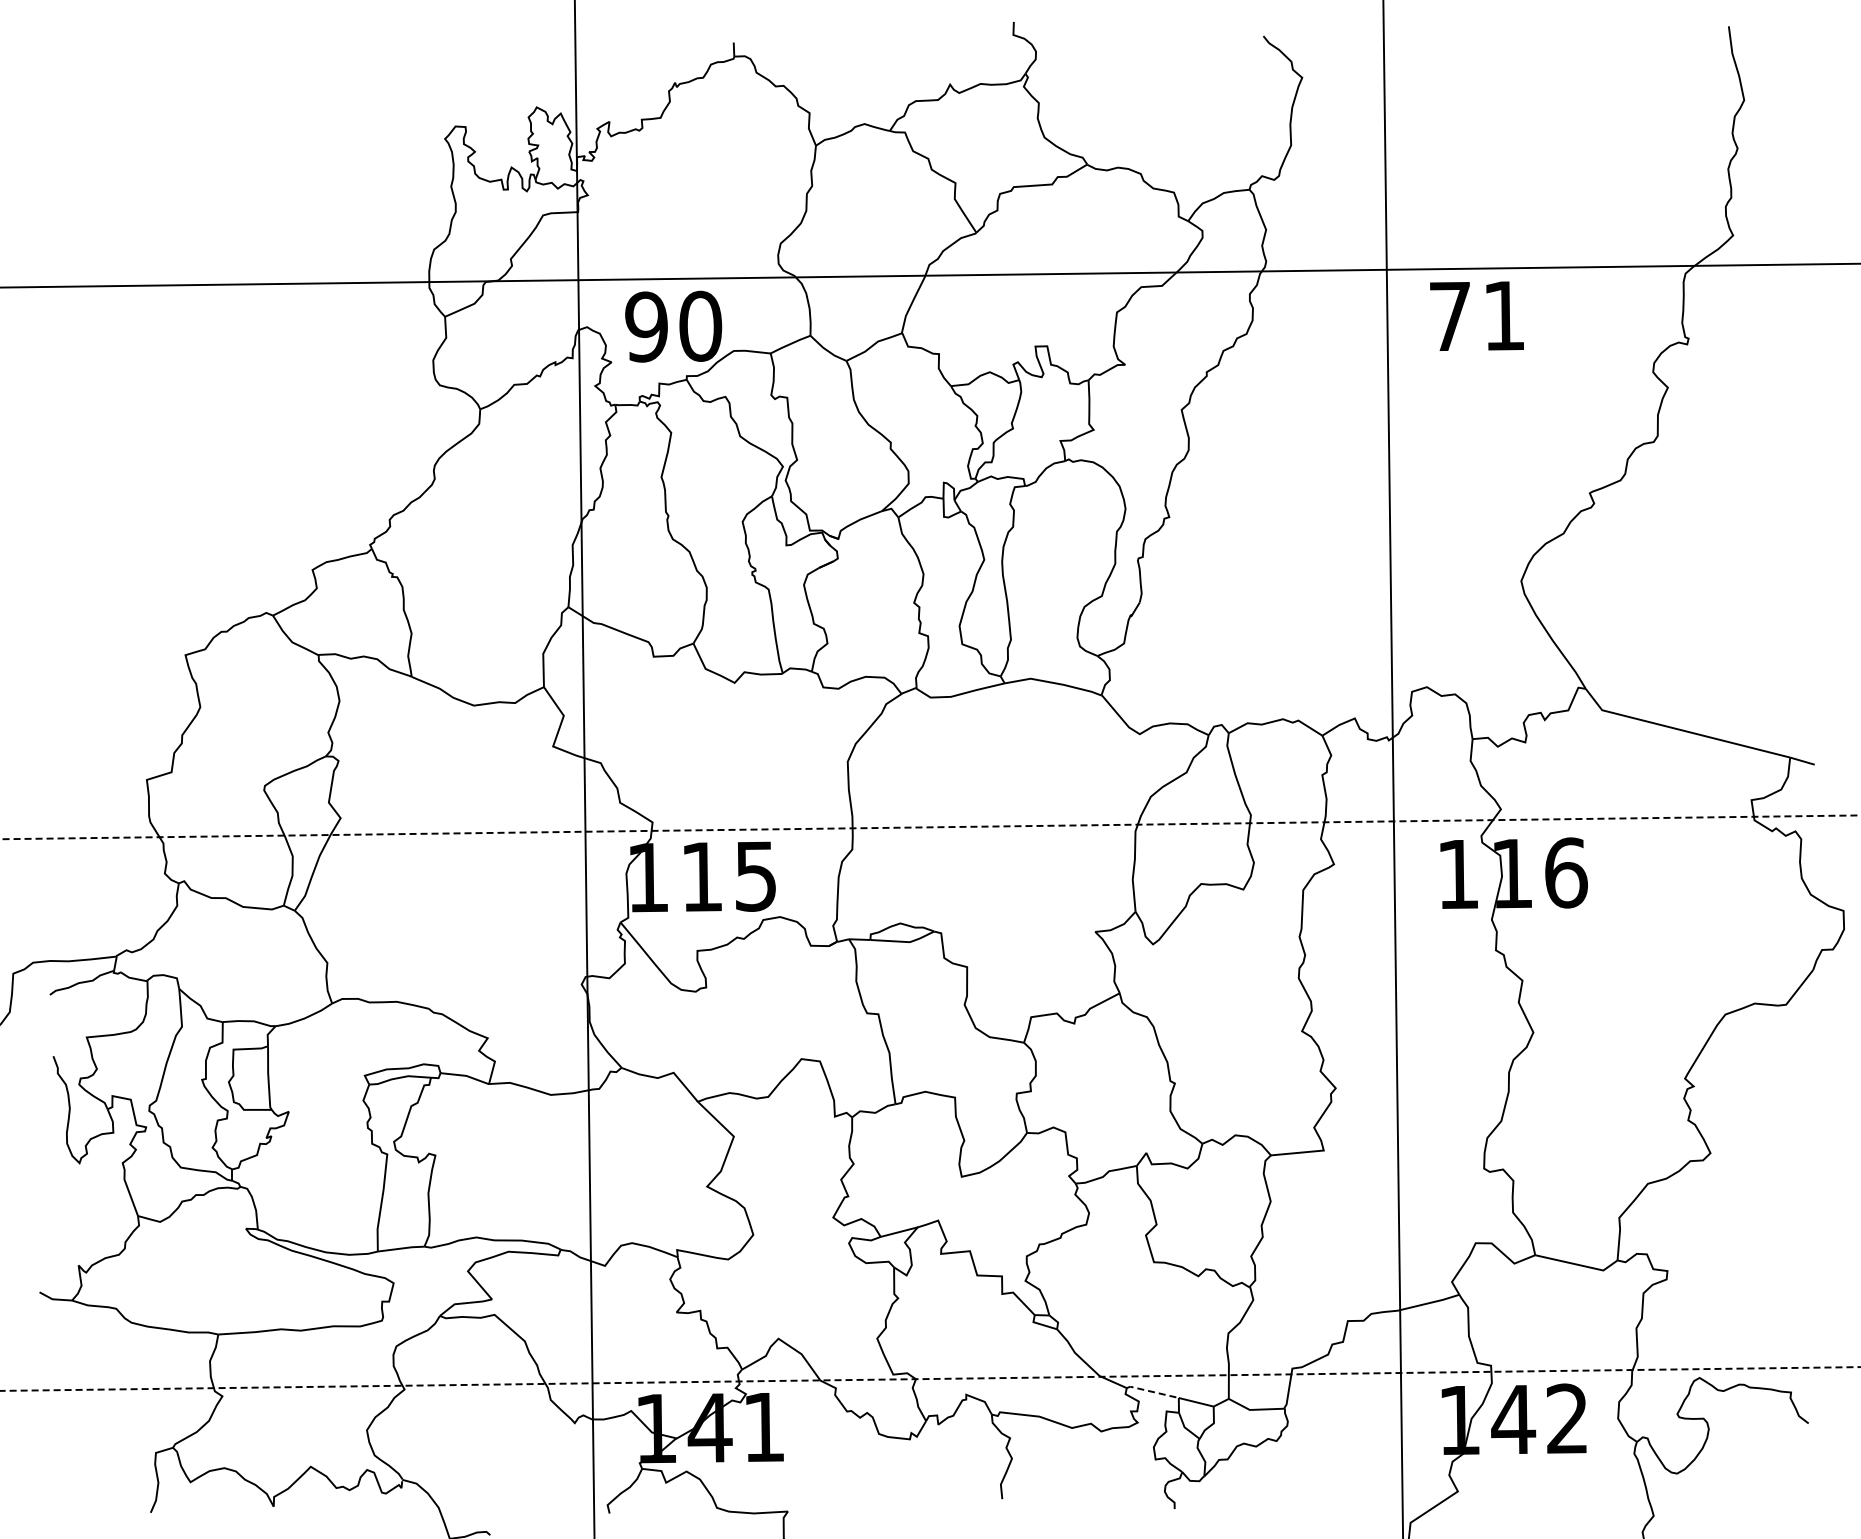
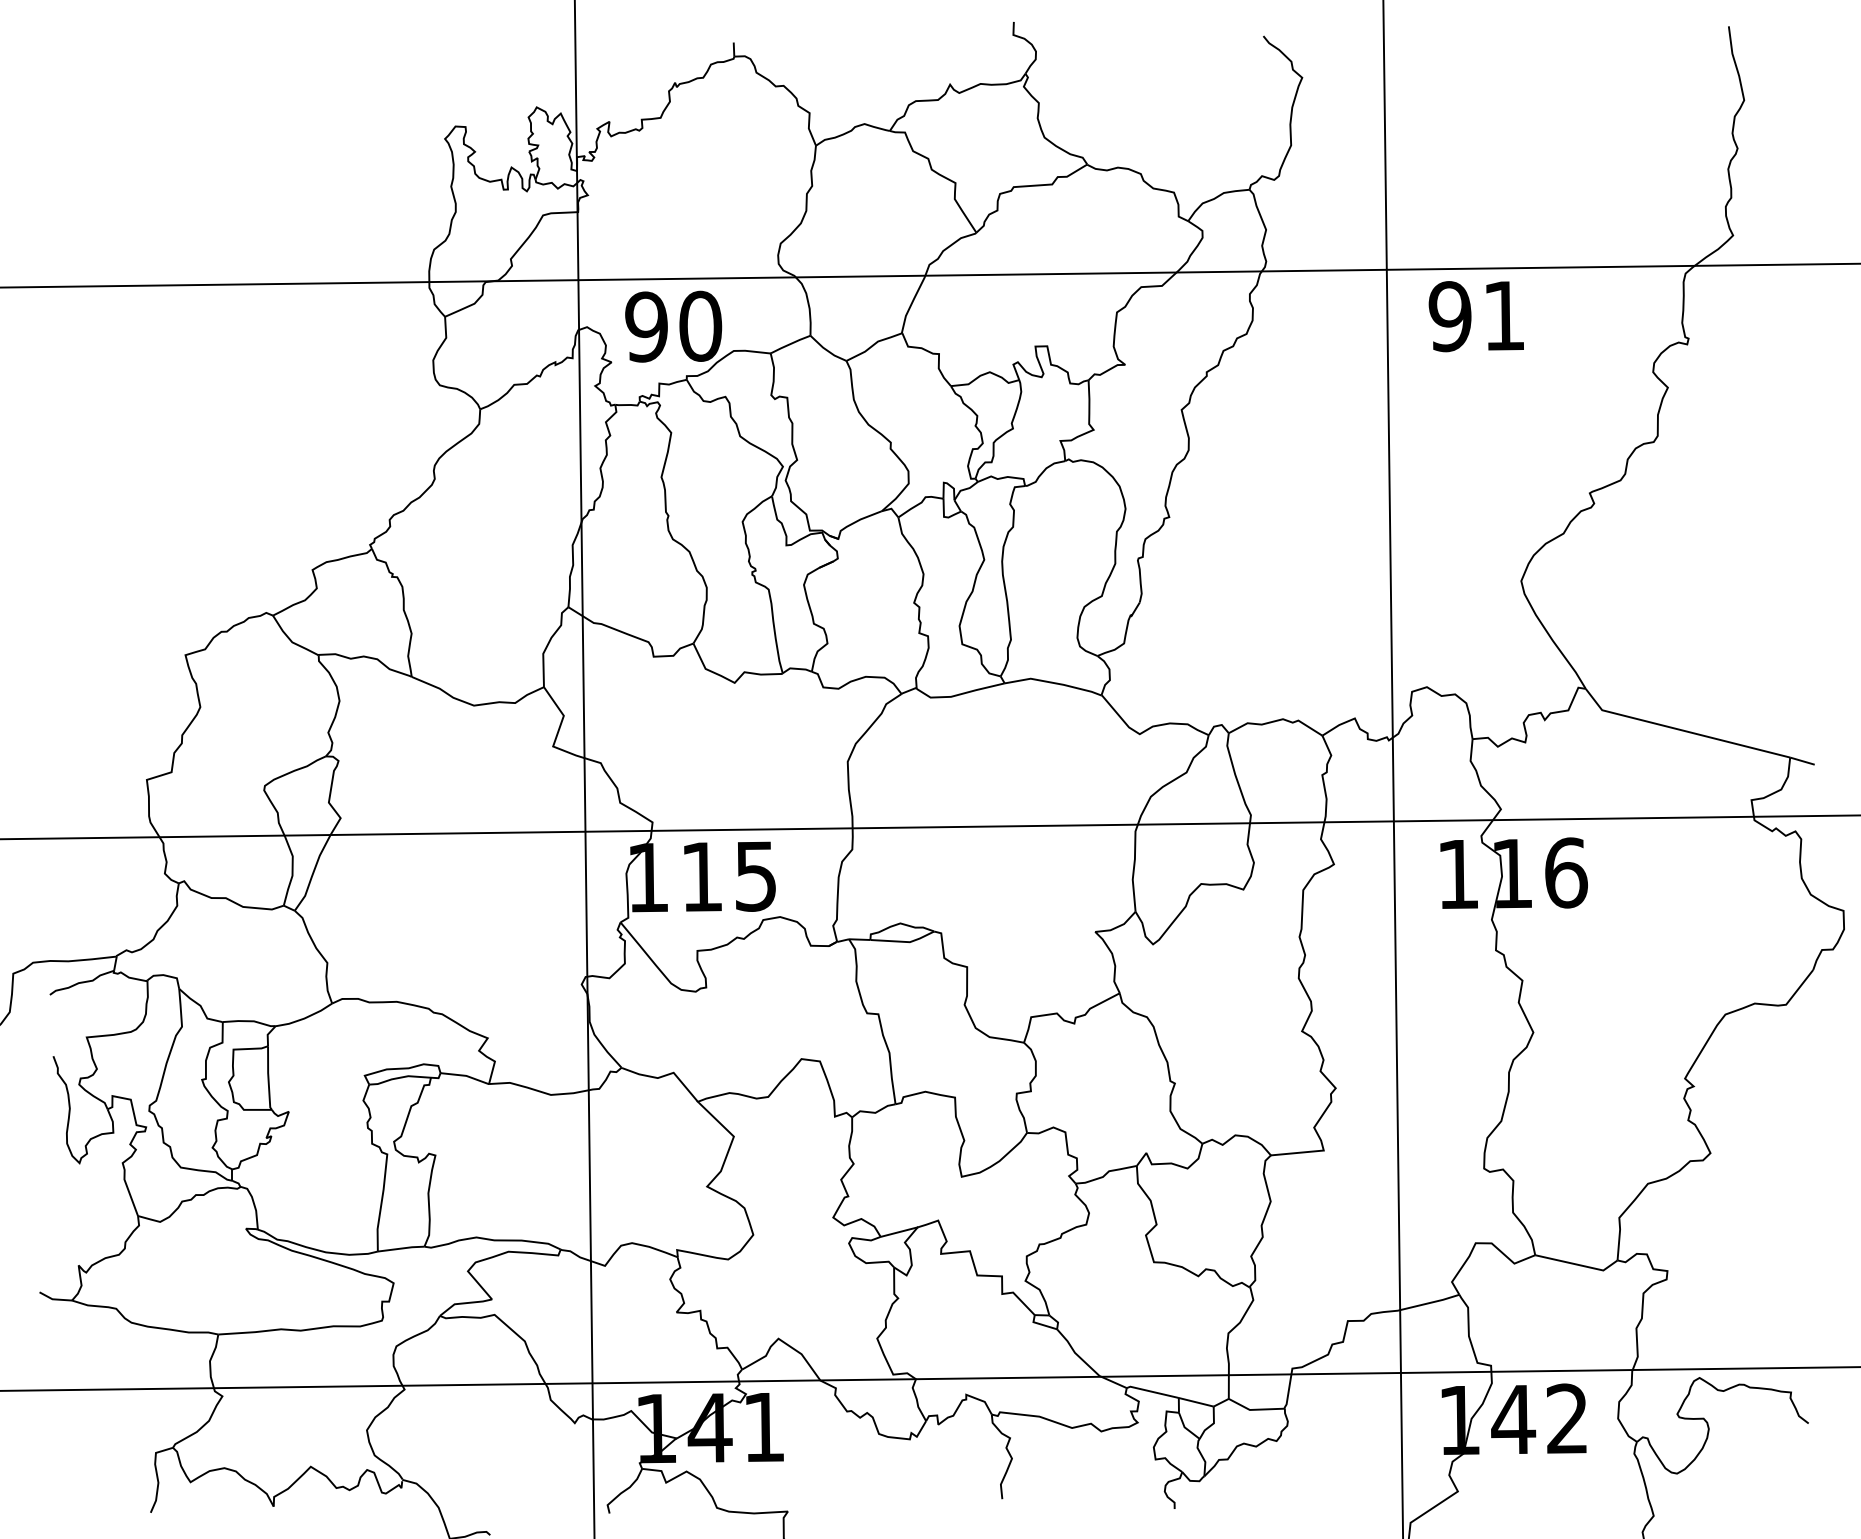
text at (1449, 316): 71 -> 91
line at (930, 827): dashed -> solid
line at (930, 1379): dashed -> solid
line at (1152, 1391): dashed -> solid
